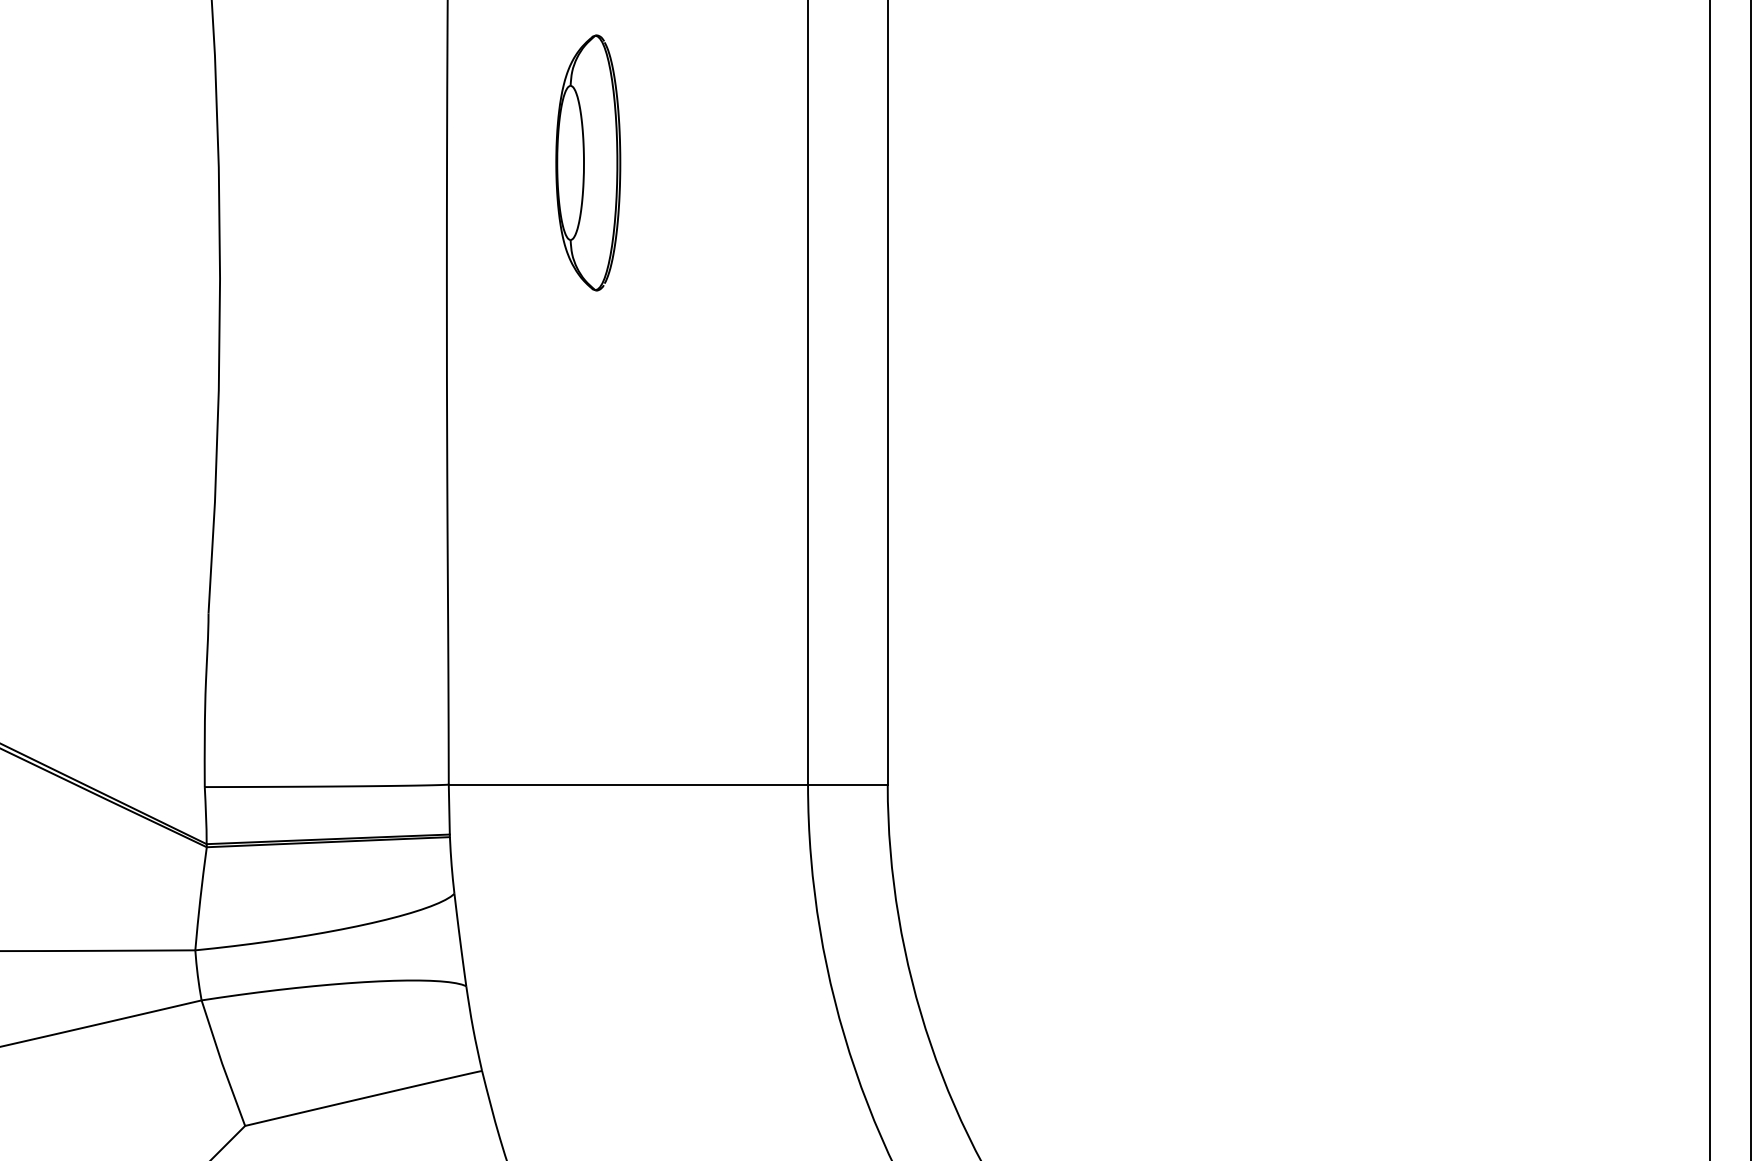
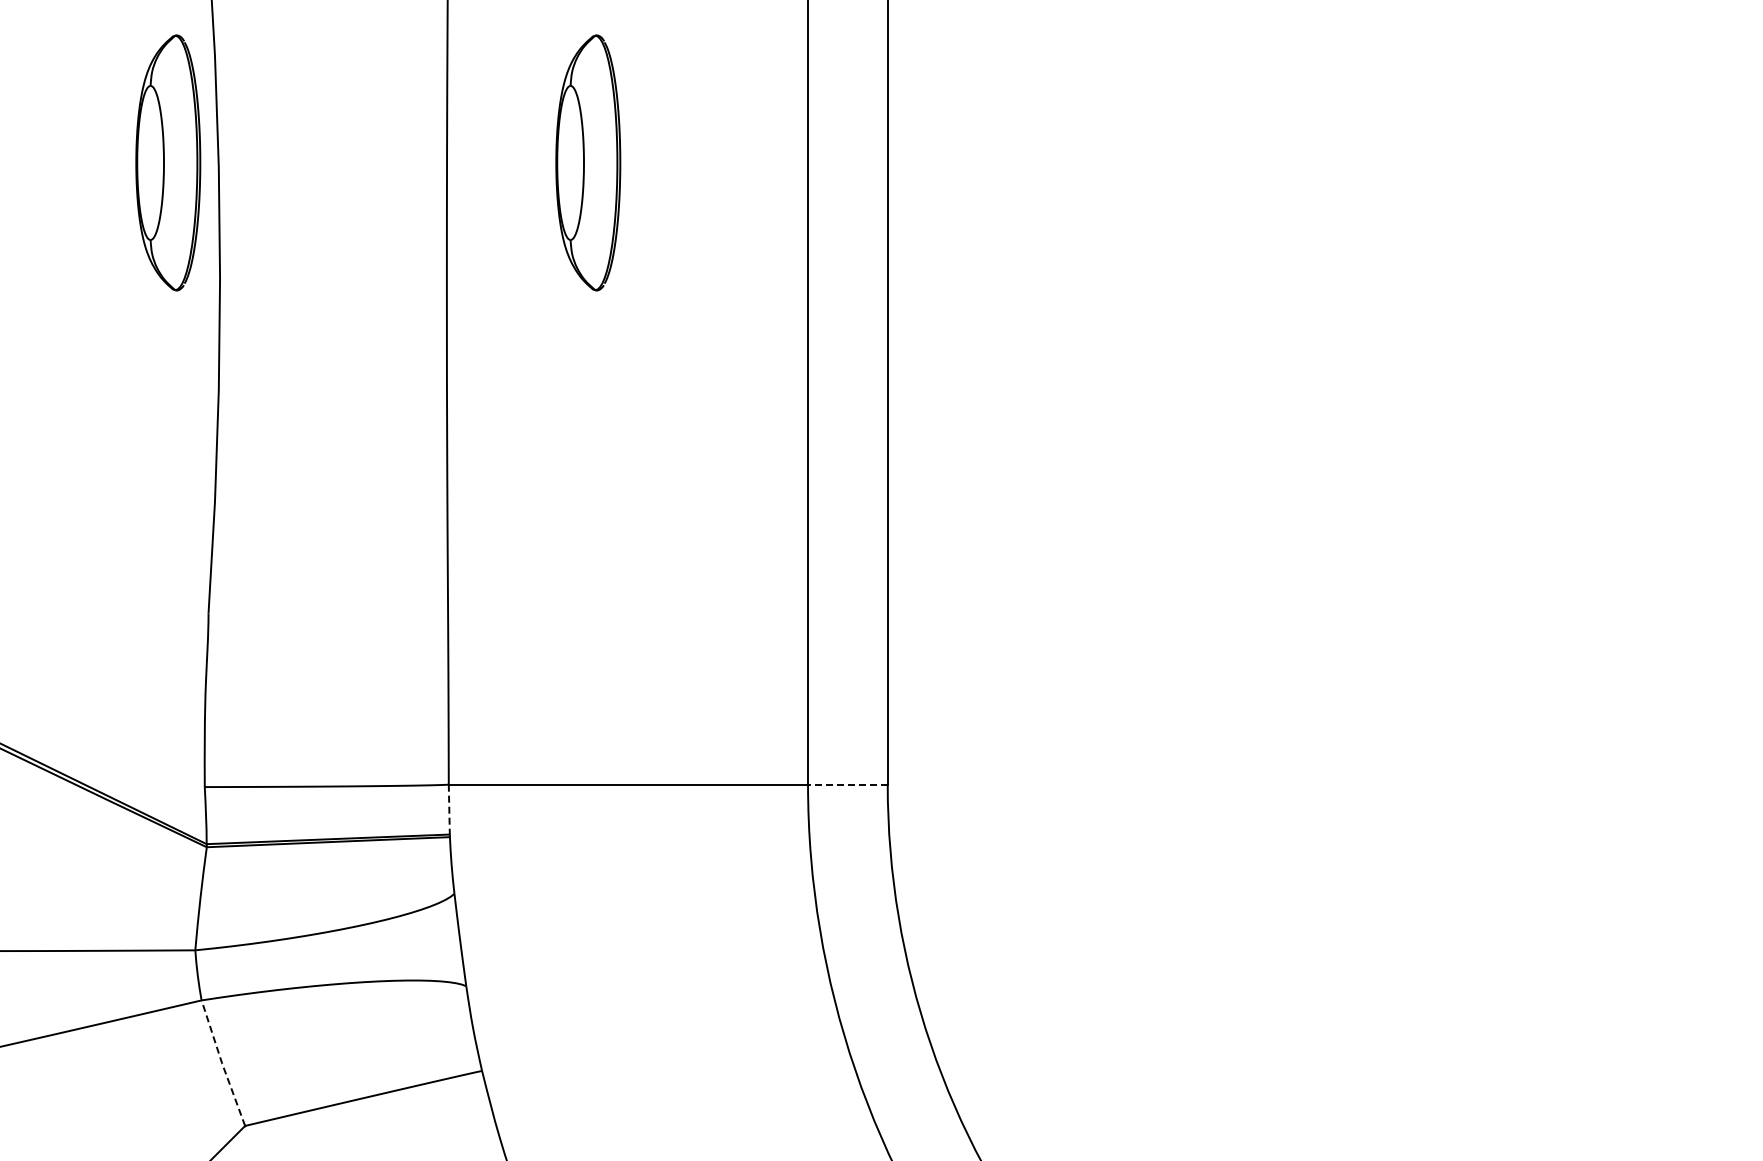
part at (168, 162): none -> present
line at (1710, 579): present -> none
line at (1750, 579): present -> none
line at (847, 784): solid -> dashed
line at (449, 809): solid -> dashed
line at (222, 1063): solid -> dashed
